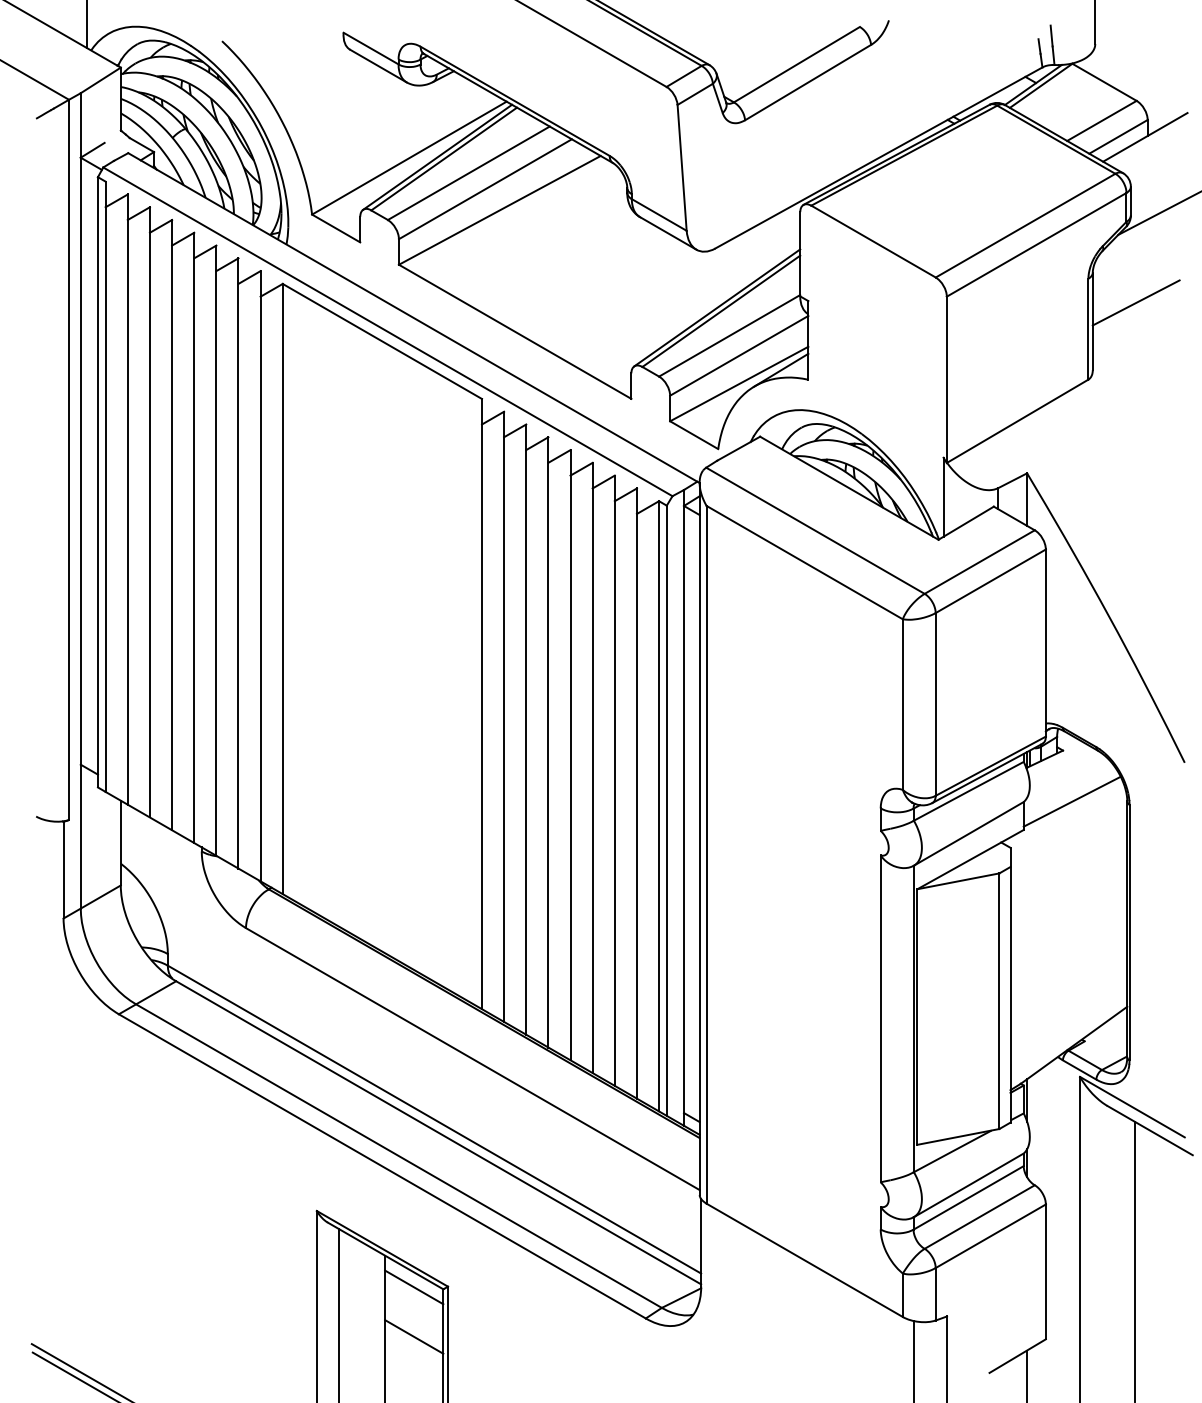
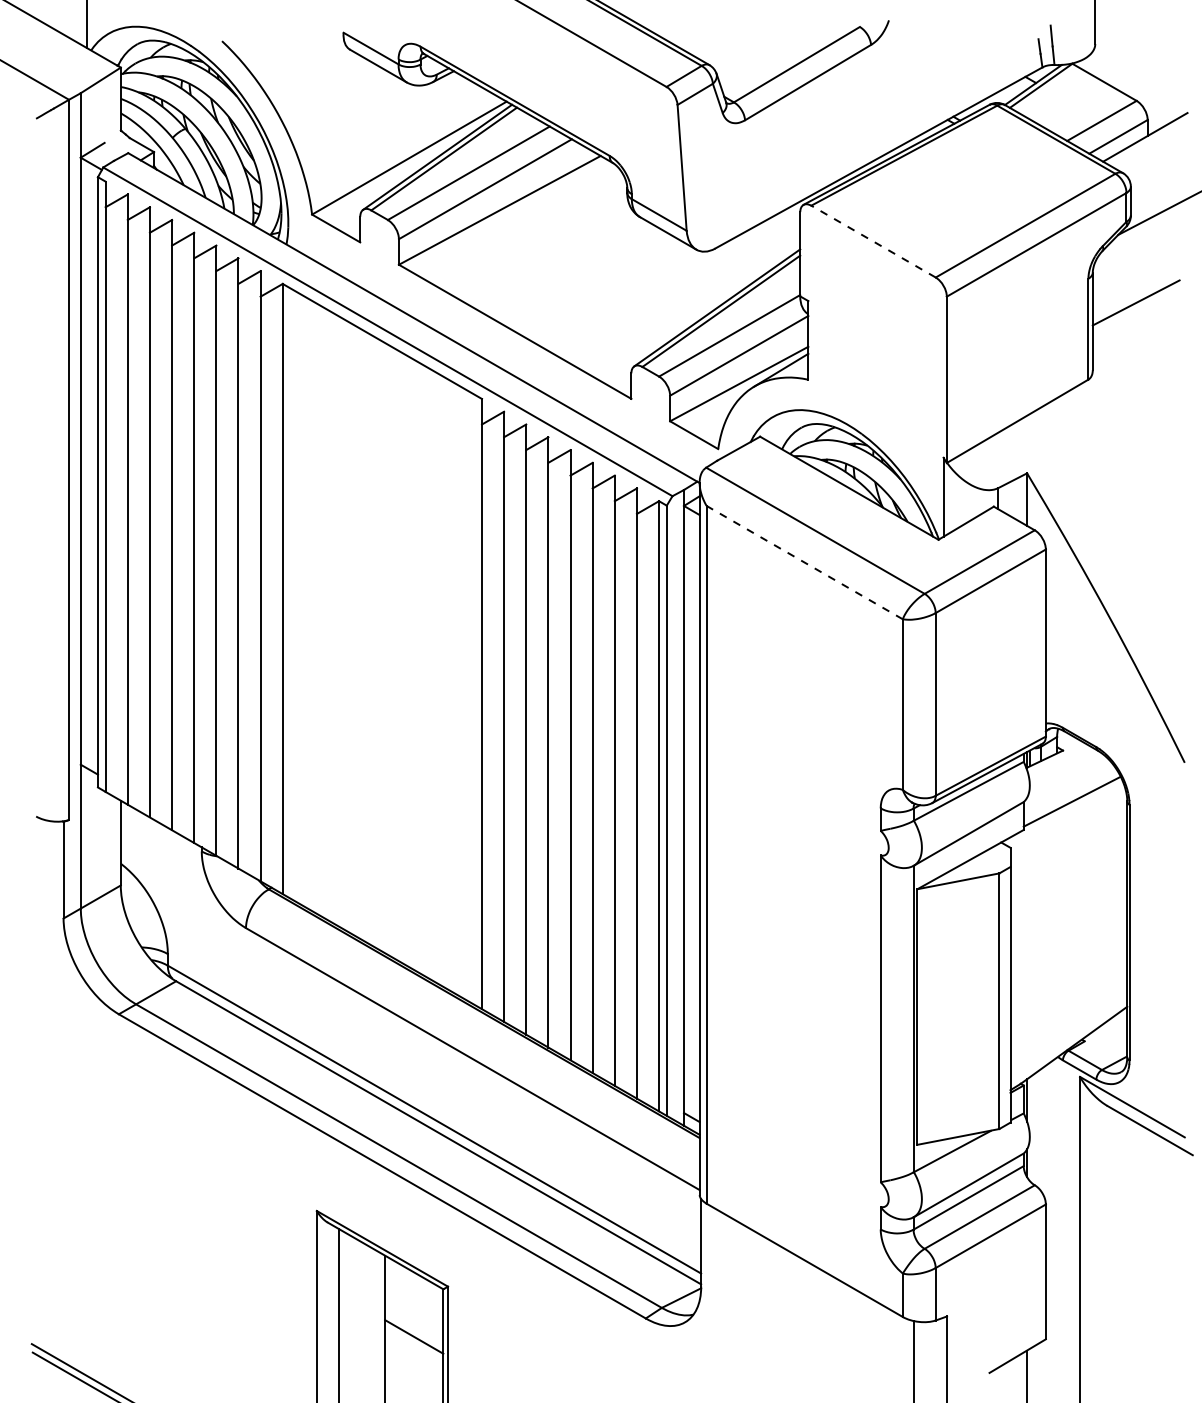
line at (873, 241): solid -> dashed
line at (804, 562): solid -> dashed
line at (1134, 1260): present -> none
line at (414, 1287): present -> none
